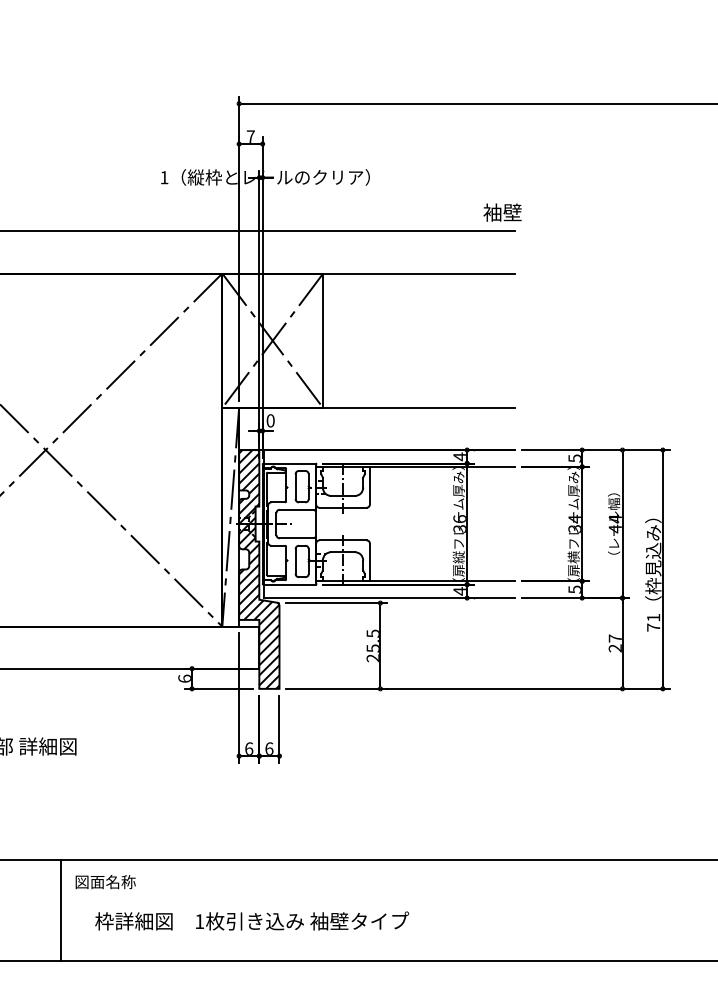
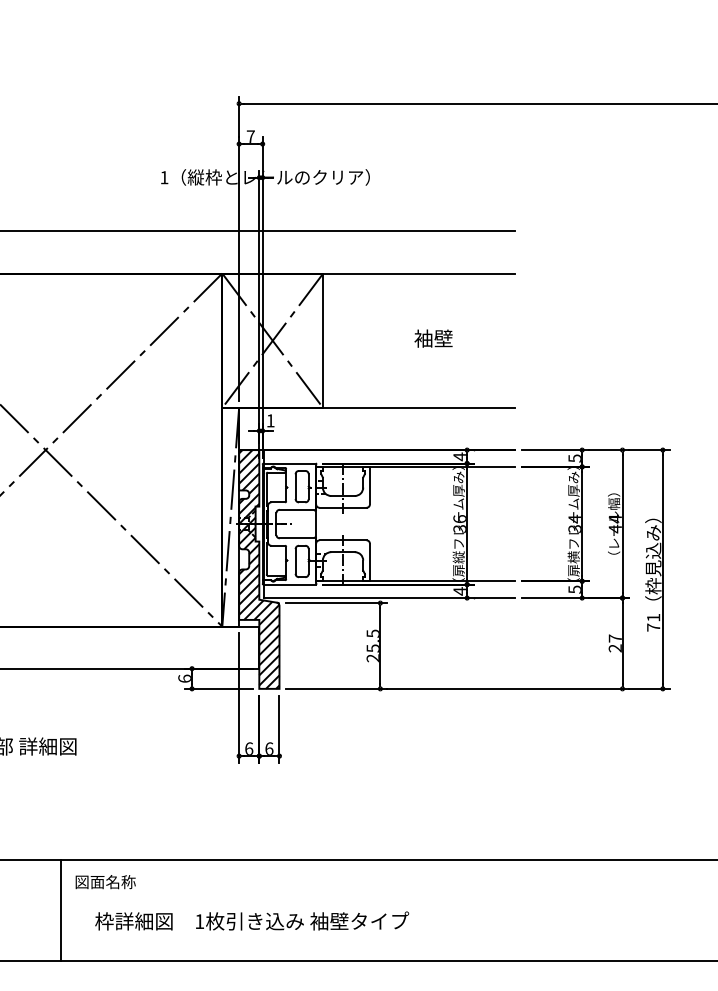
text at (502, 212) position: (502, 212) -> (433, 338)
text at (270, 420): 0 -> 1
